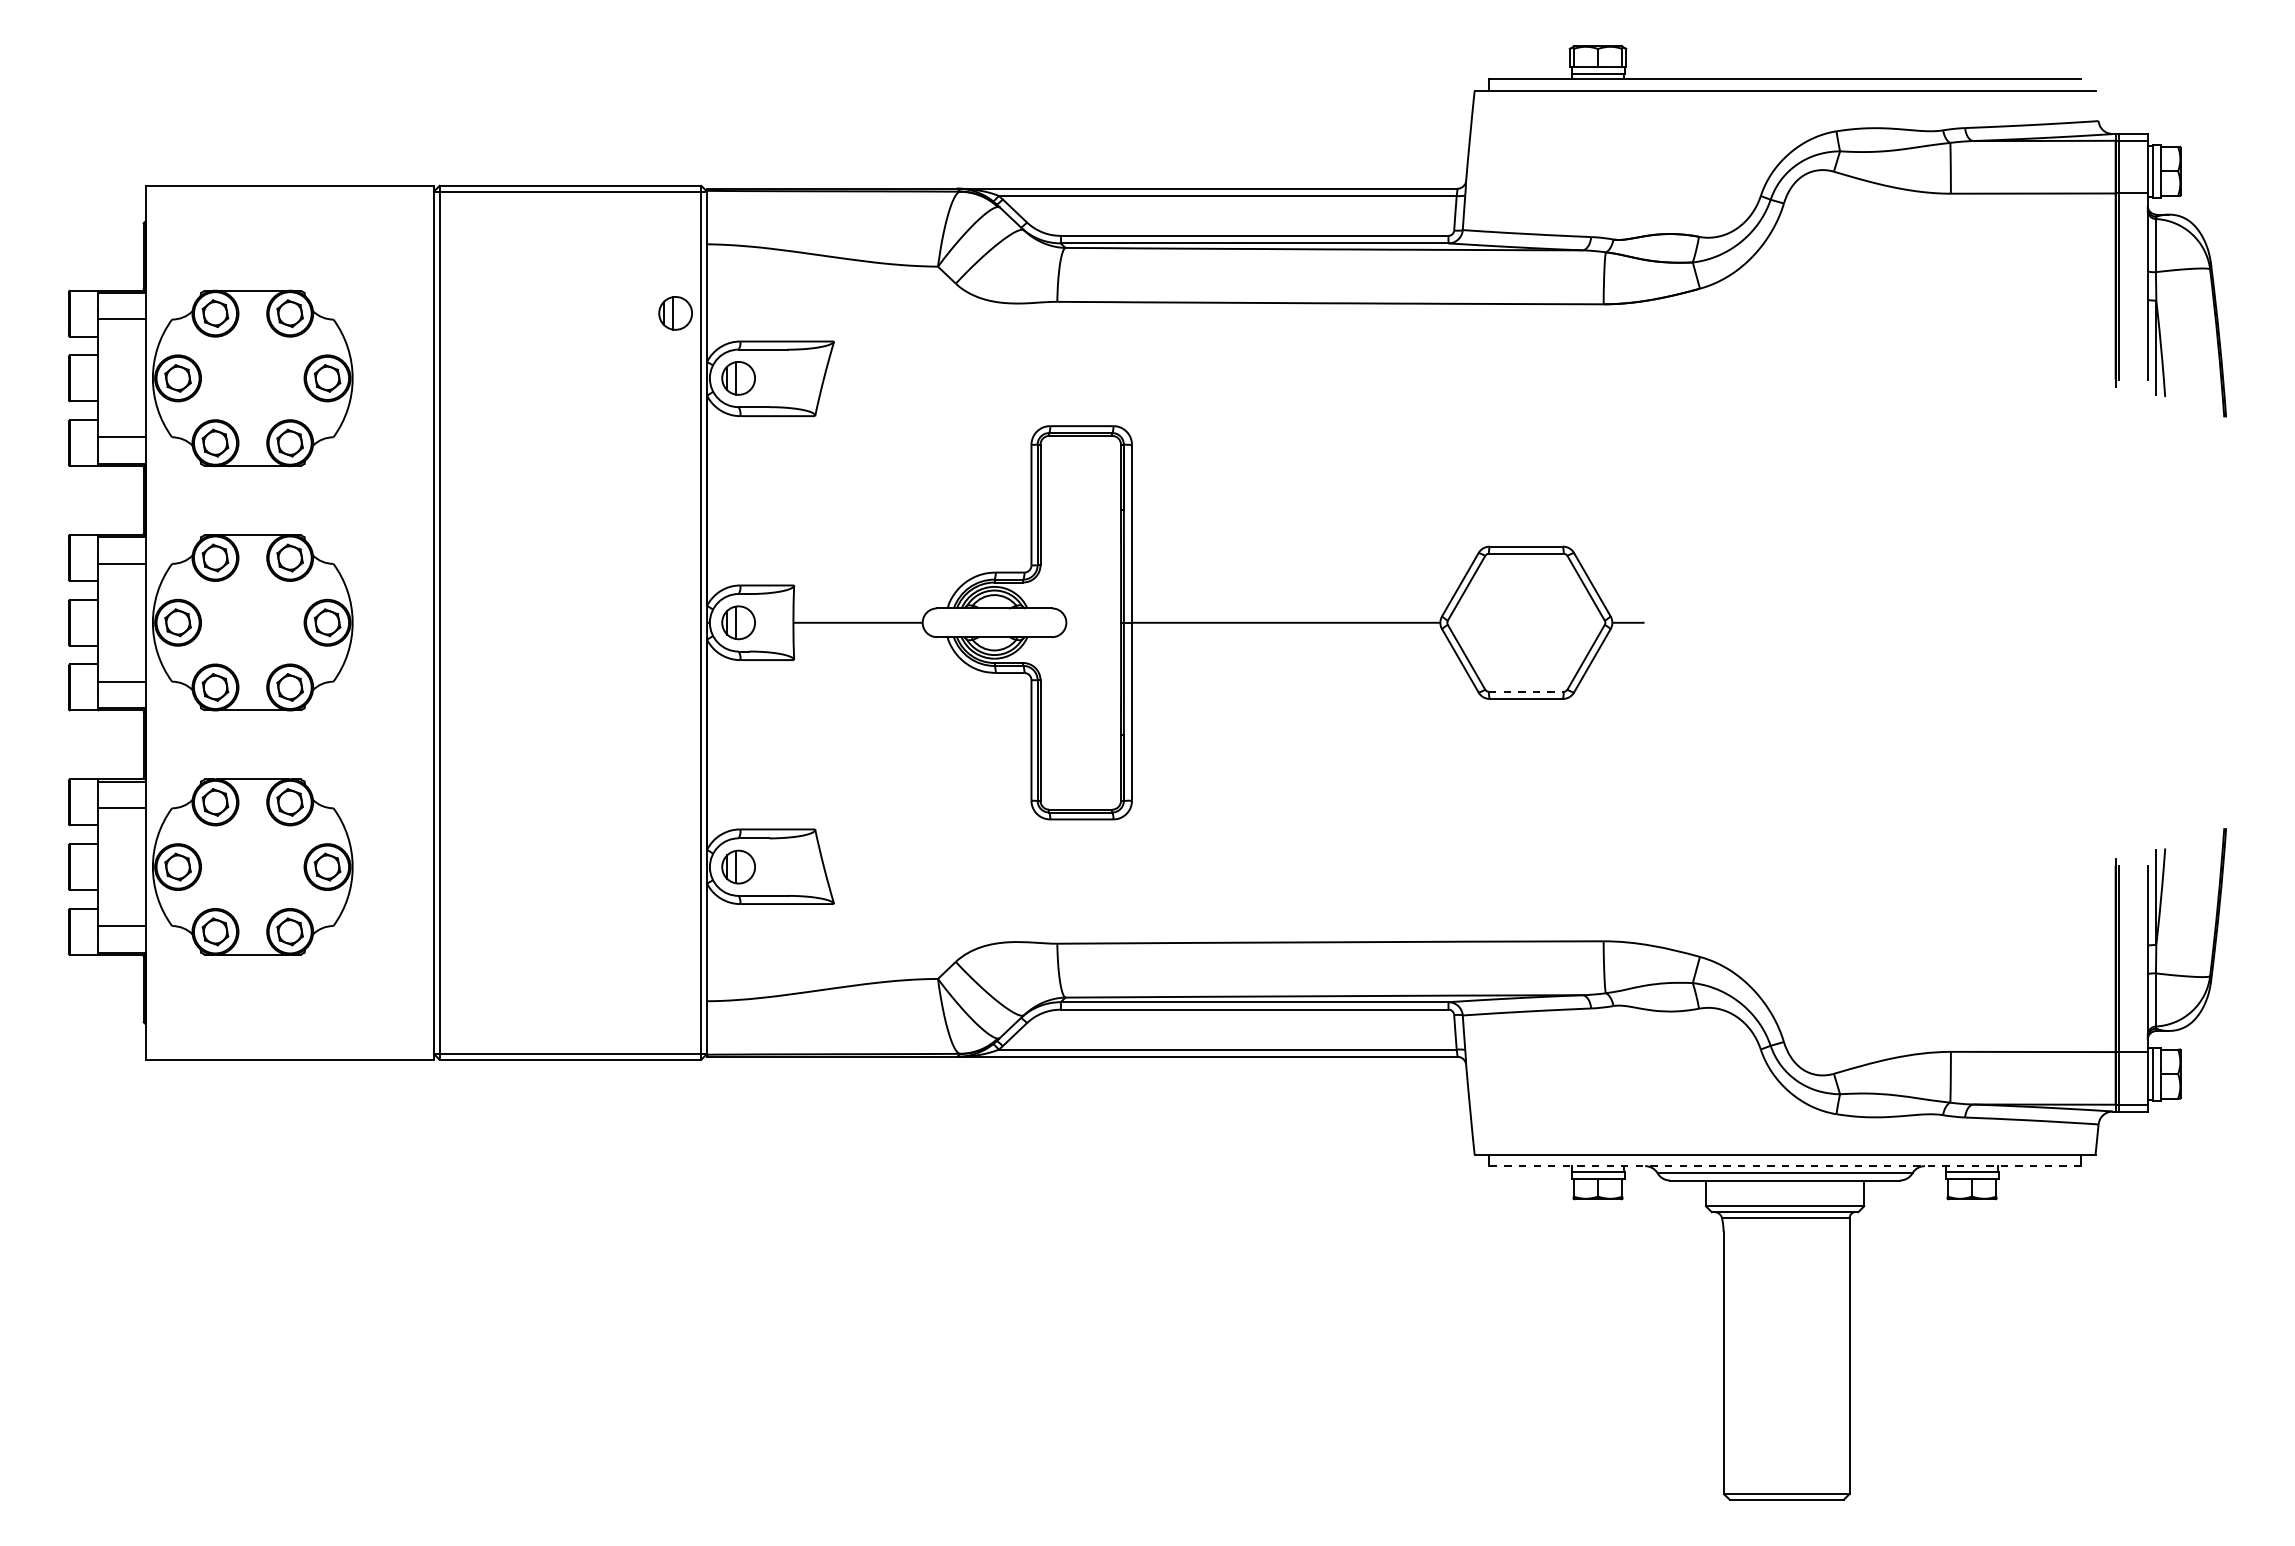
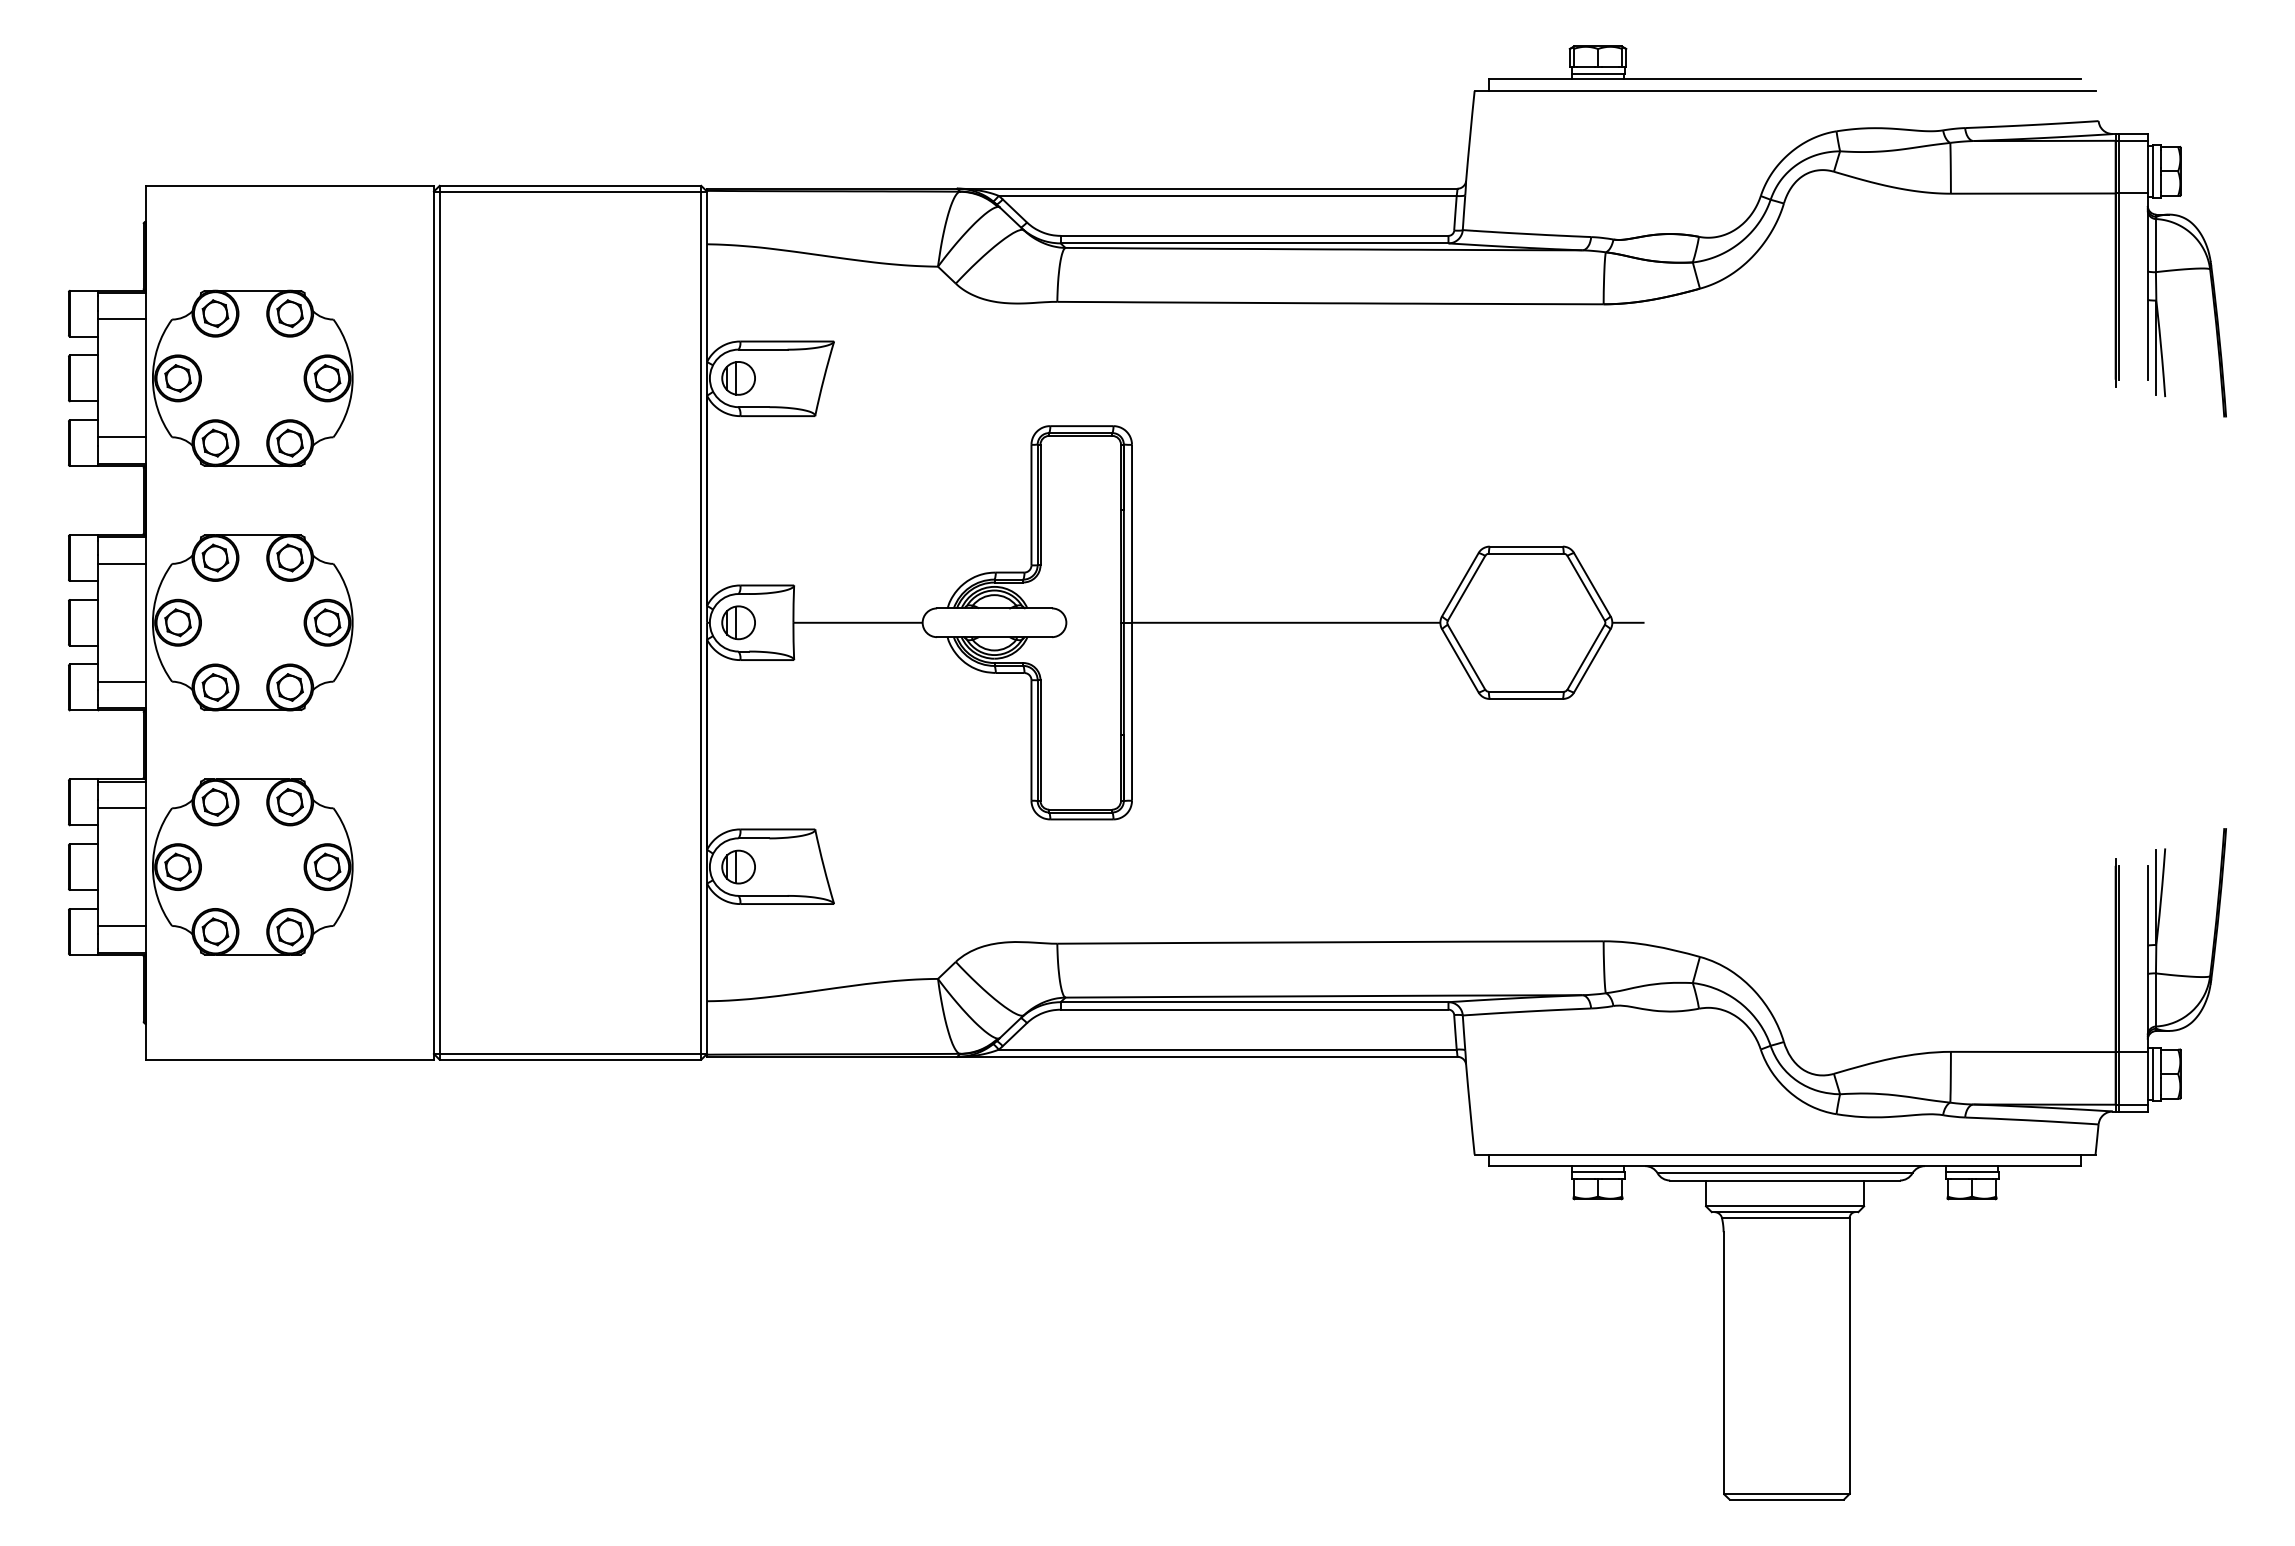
part at (675, 313): present -> none
line at (1526, 691): dashed -> solid
line at (1784, 1166): dashed -> solid
